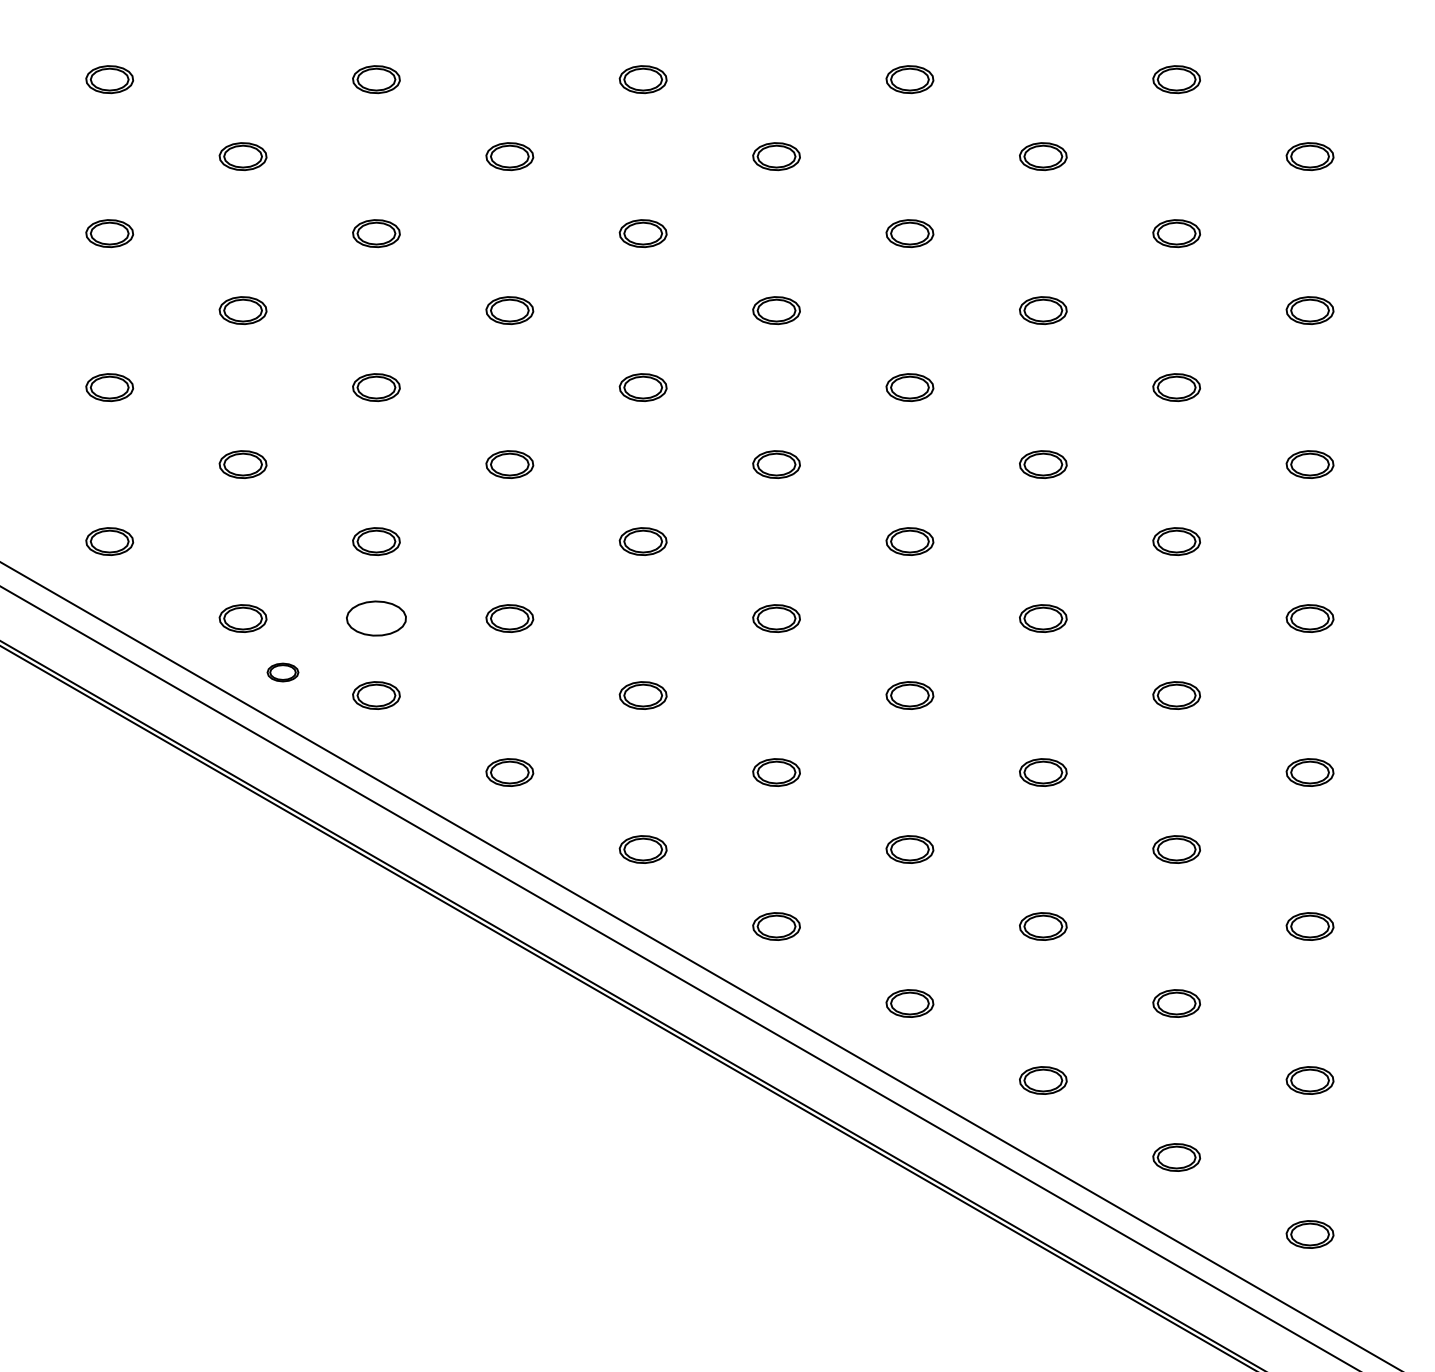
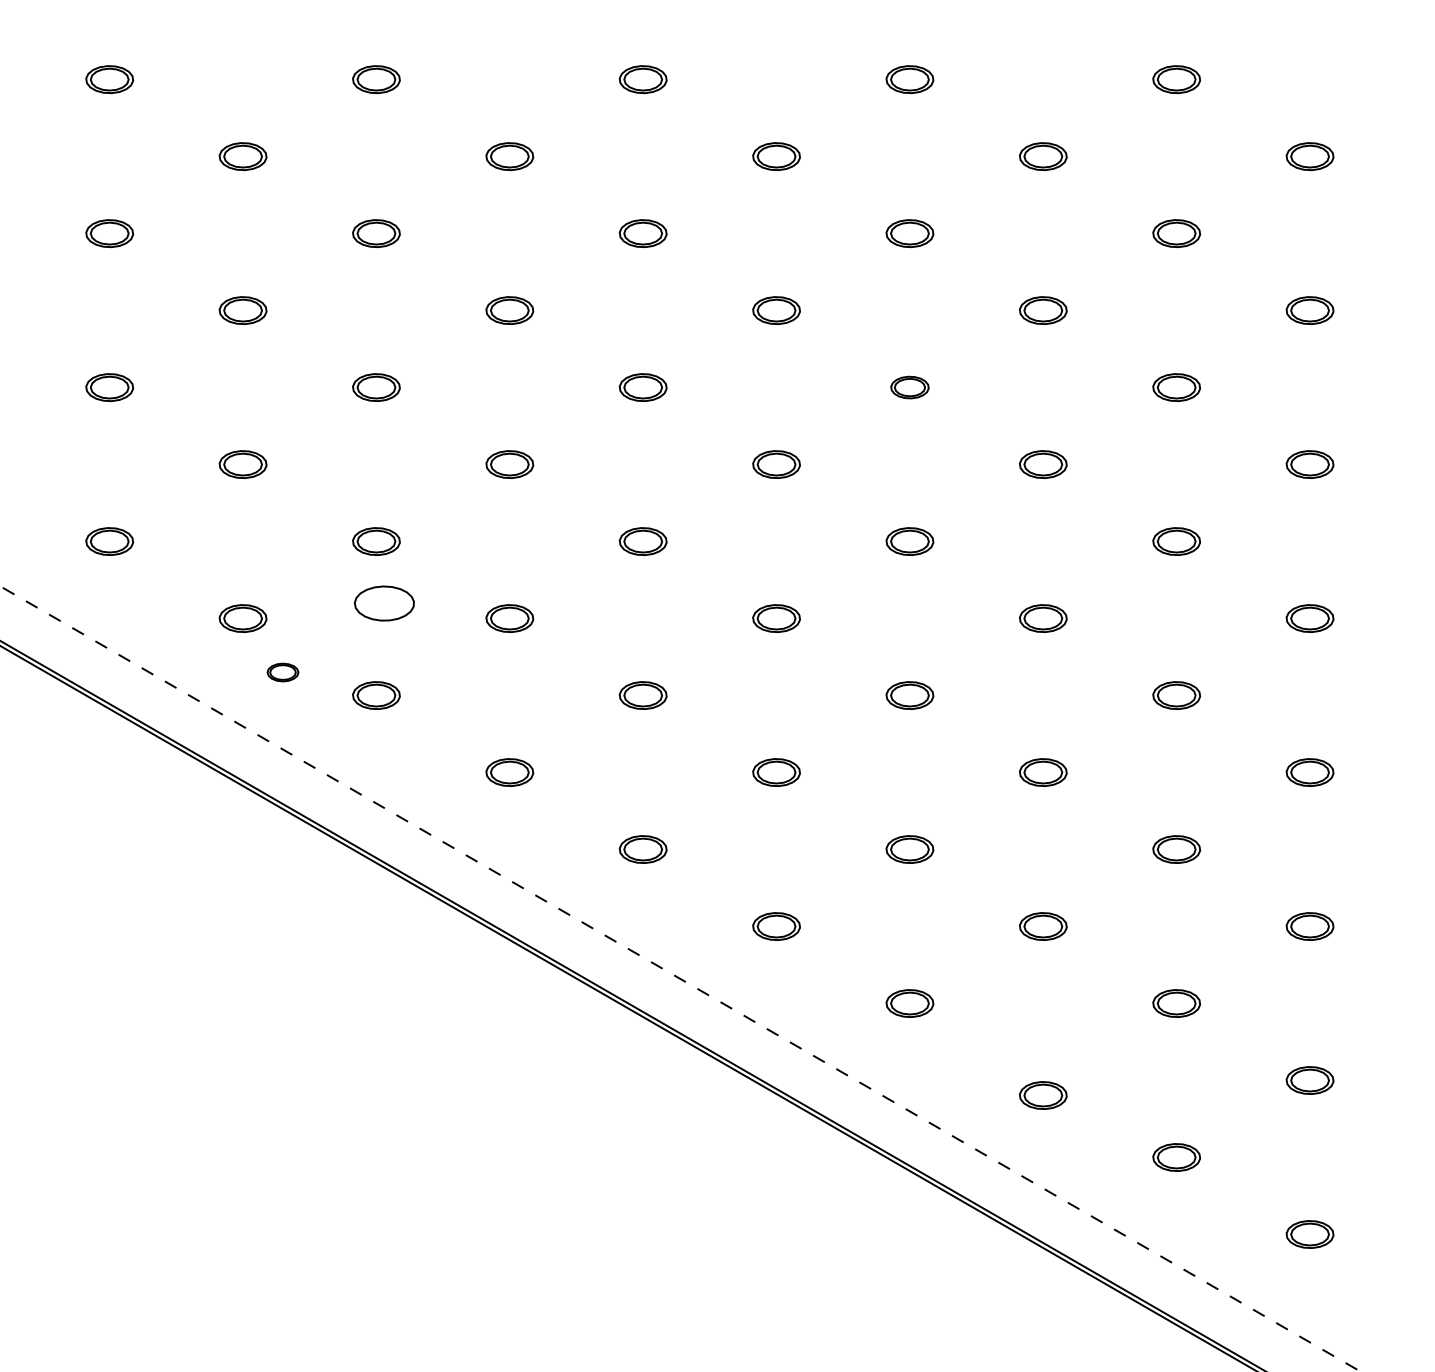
part at (909, 387) size: 50x29 px -> 40x25 px
part at (376, 618) position: (376, 618) -> (384, 603)
line at (699, 965): present -> none
line at (680, 978): solid -> dashed
part at (1043, 1080) position: (1043, 1080) -> (1043, 1095)
